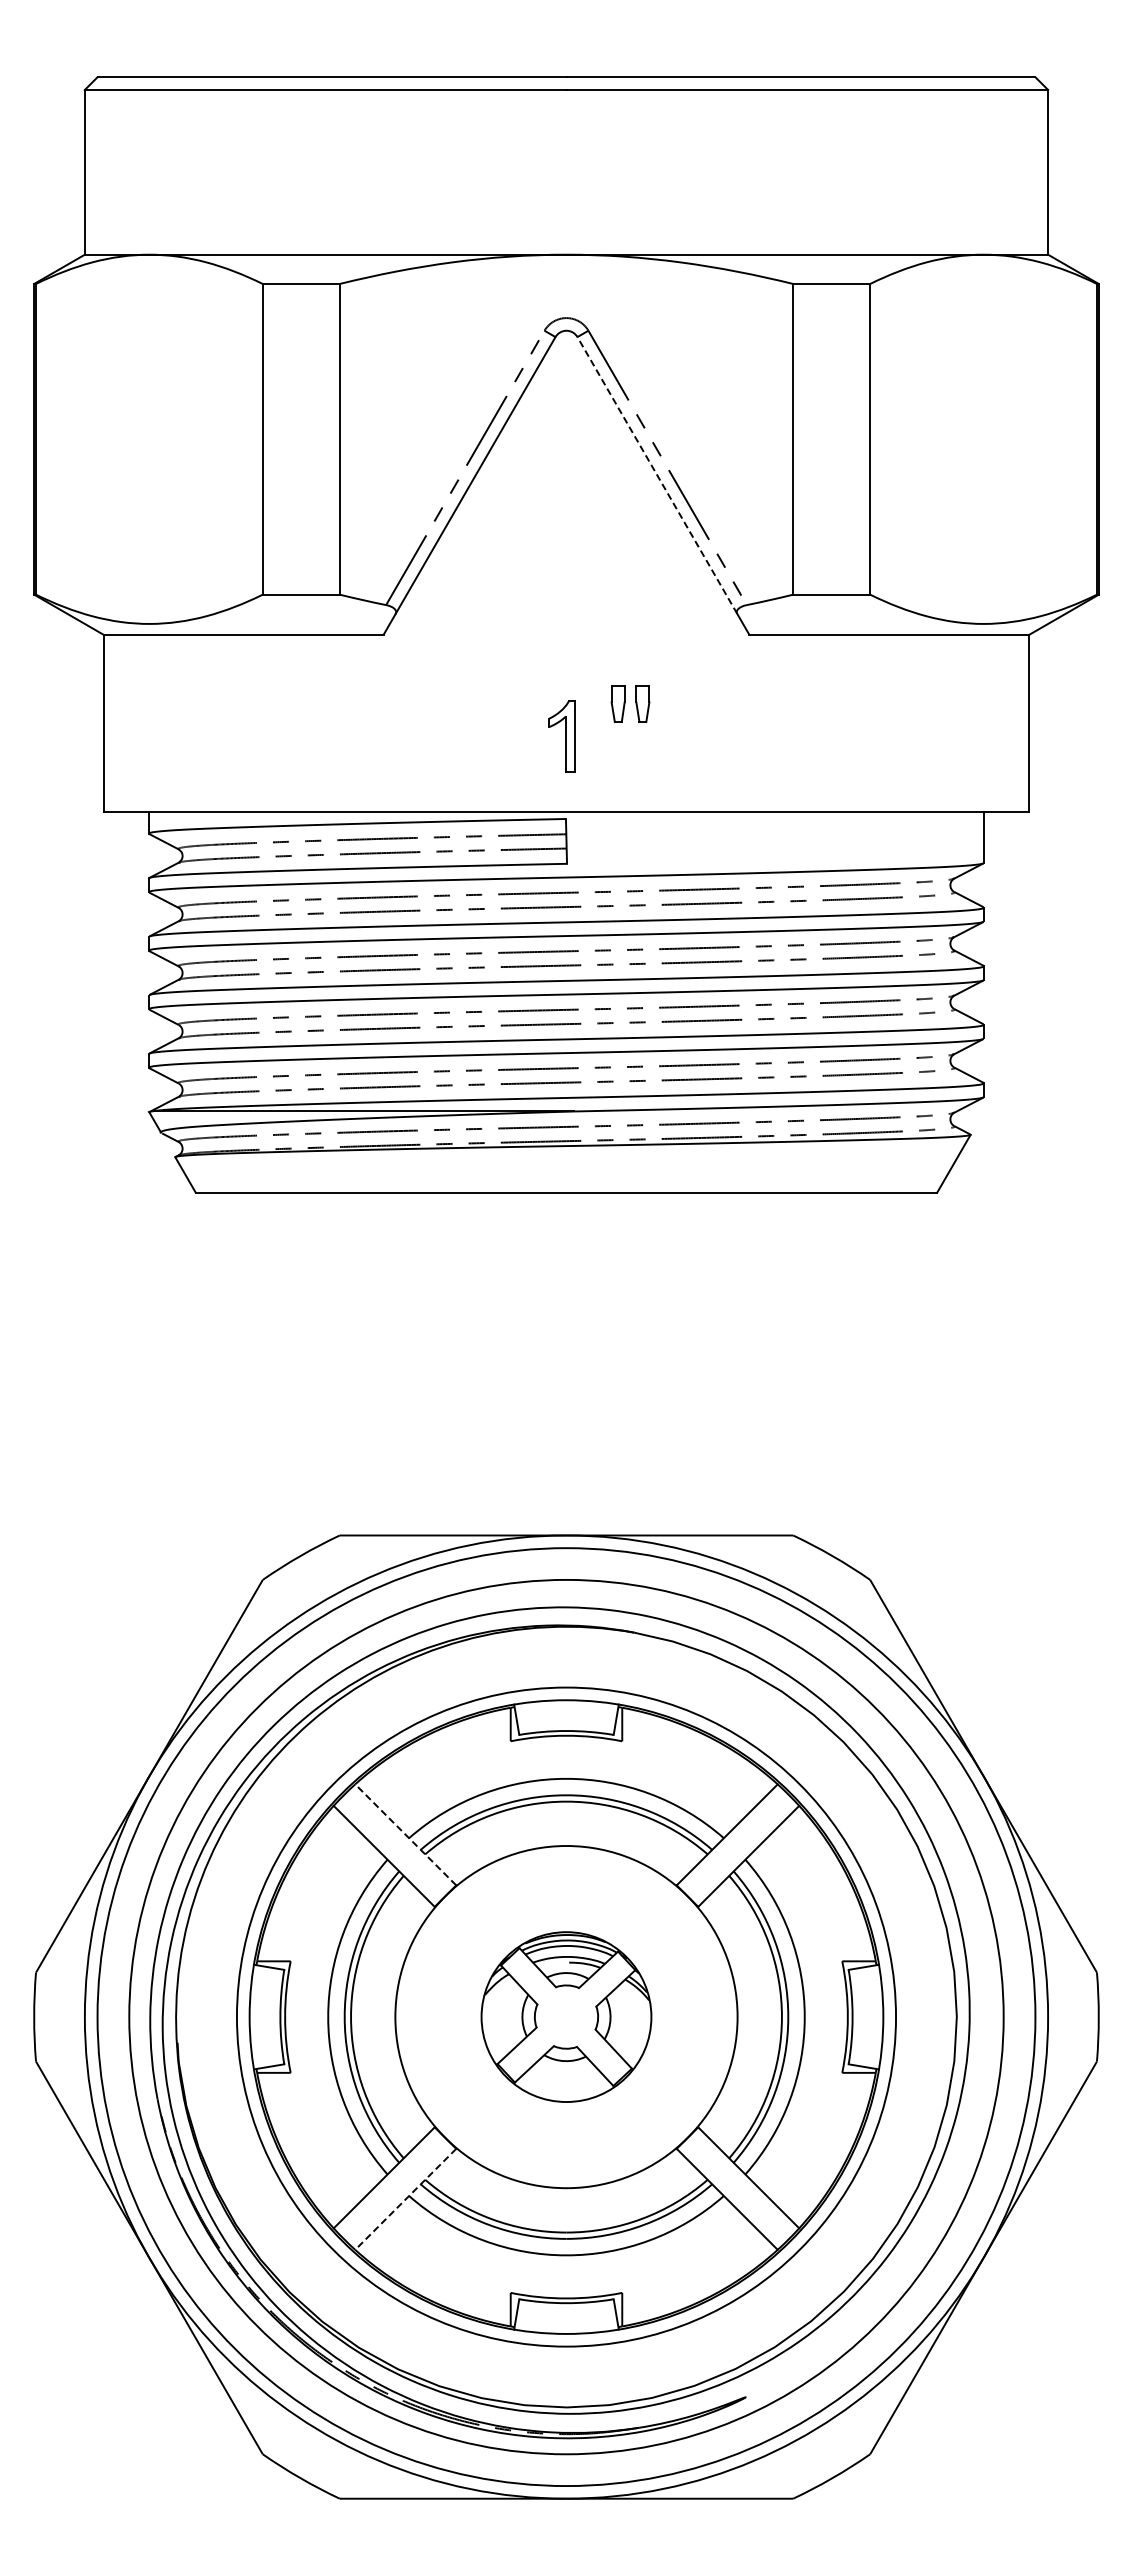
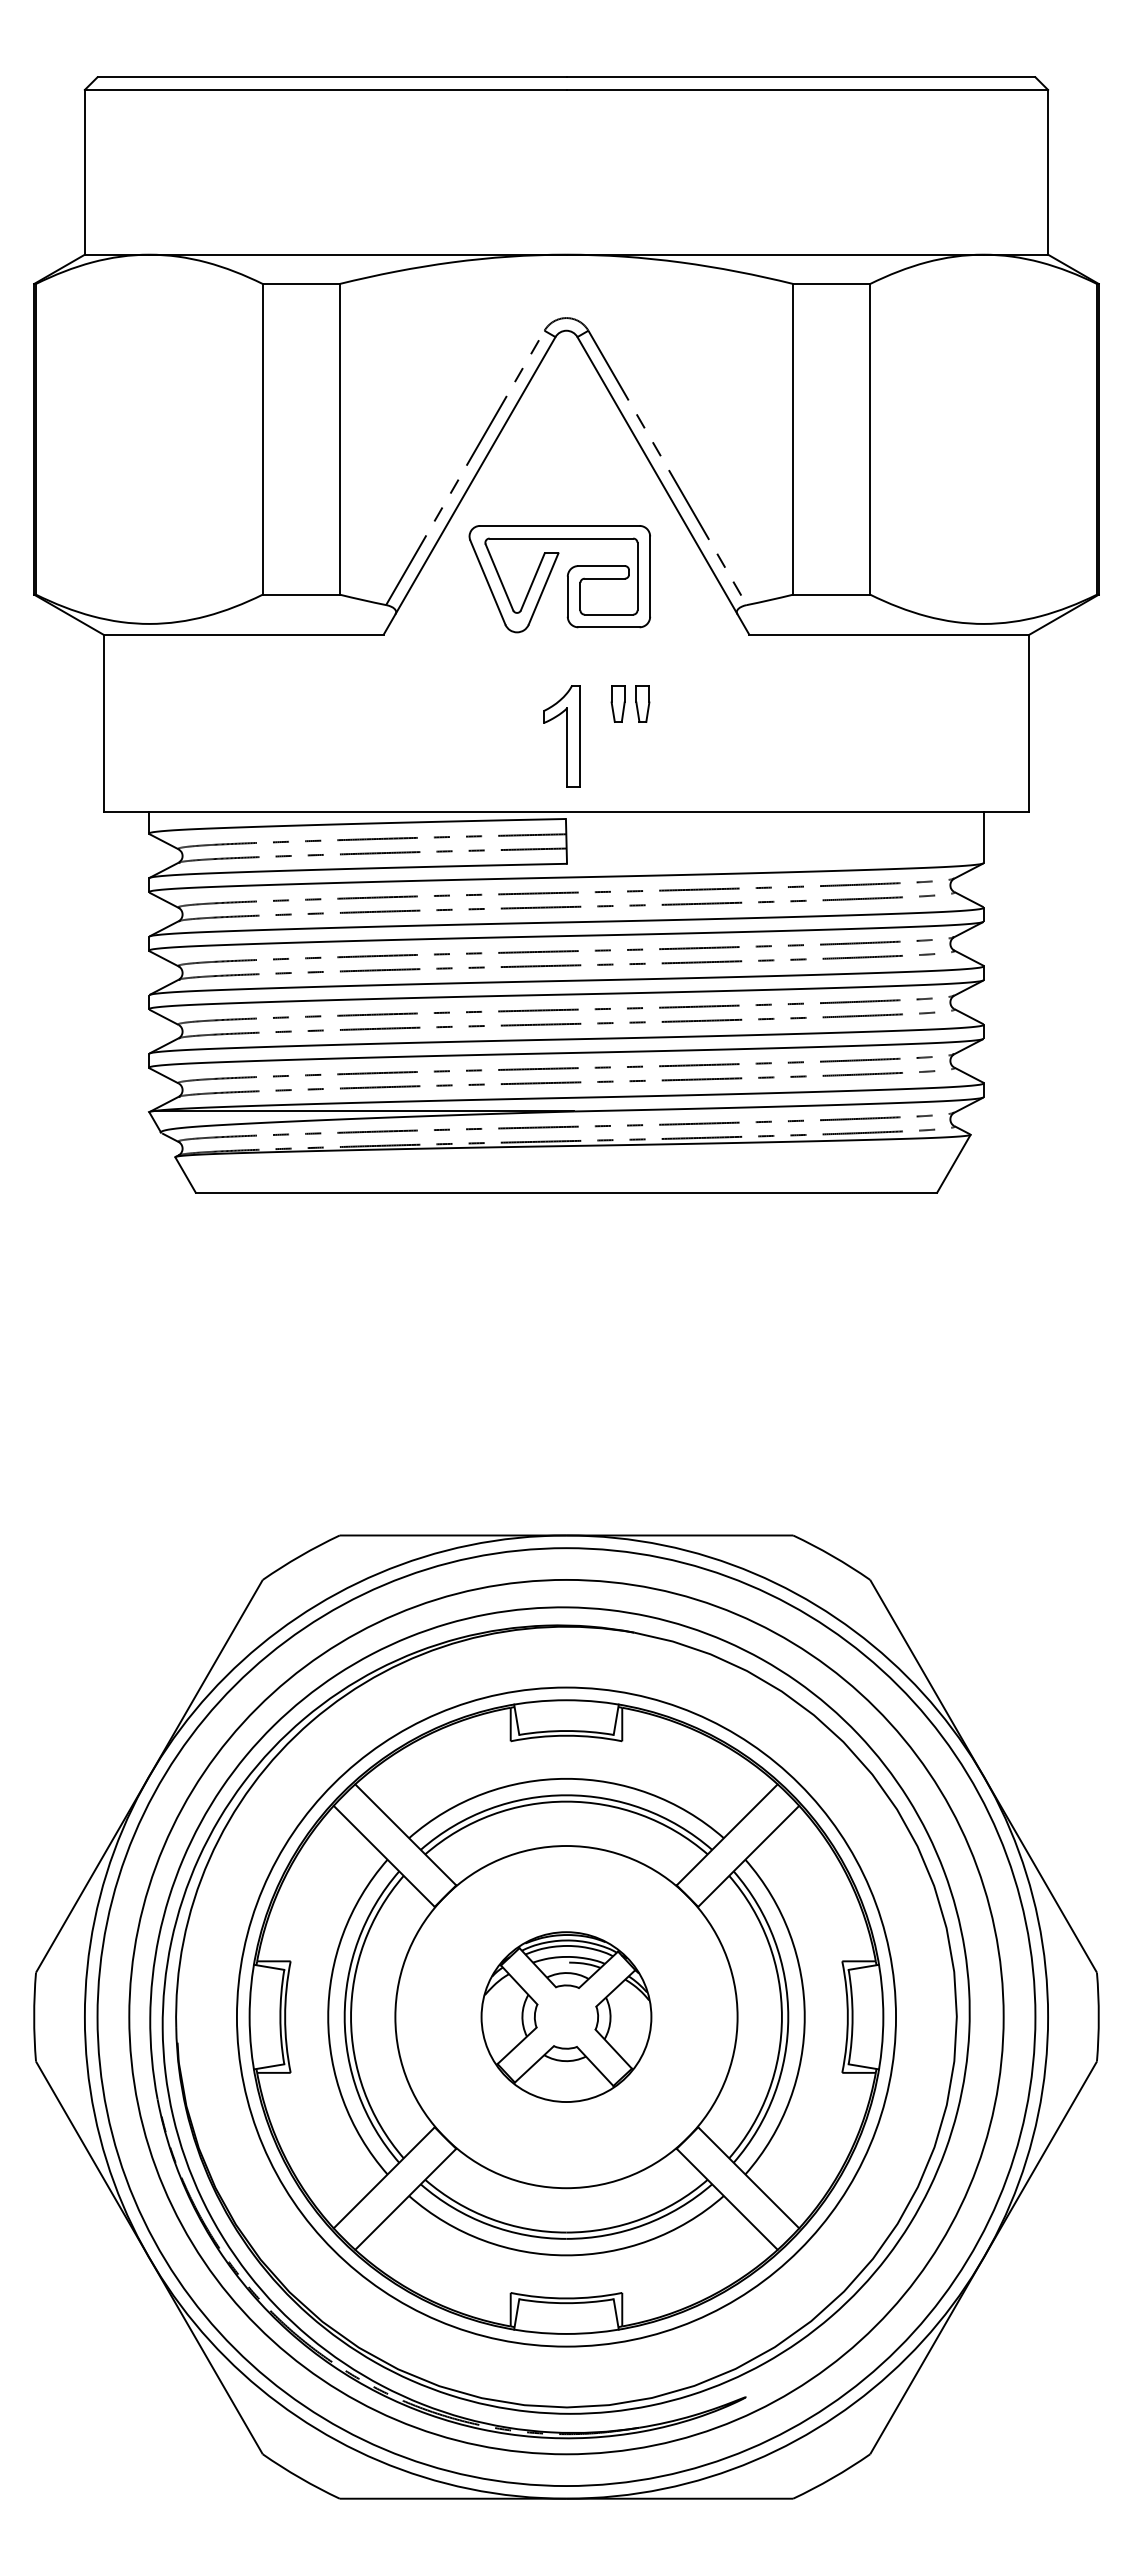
line at (657, 475): dashed -> solid
part at (567, 579): none -> present
part at (561, 736) size: 28x73 px -> 38x103 px
line at (405, 1834): dashed -> solid
line at (405, 2199): dashed -> solid
